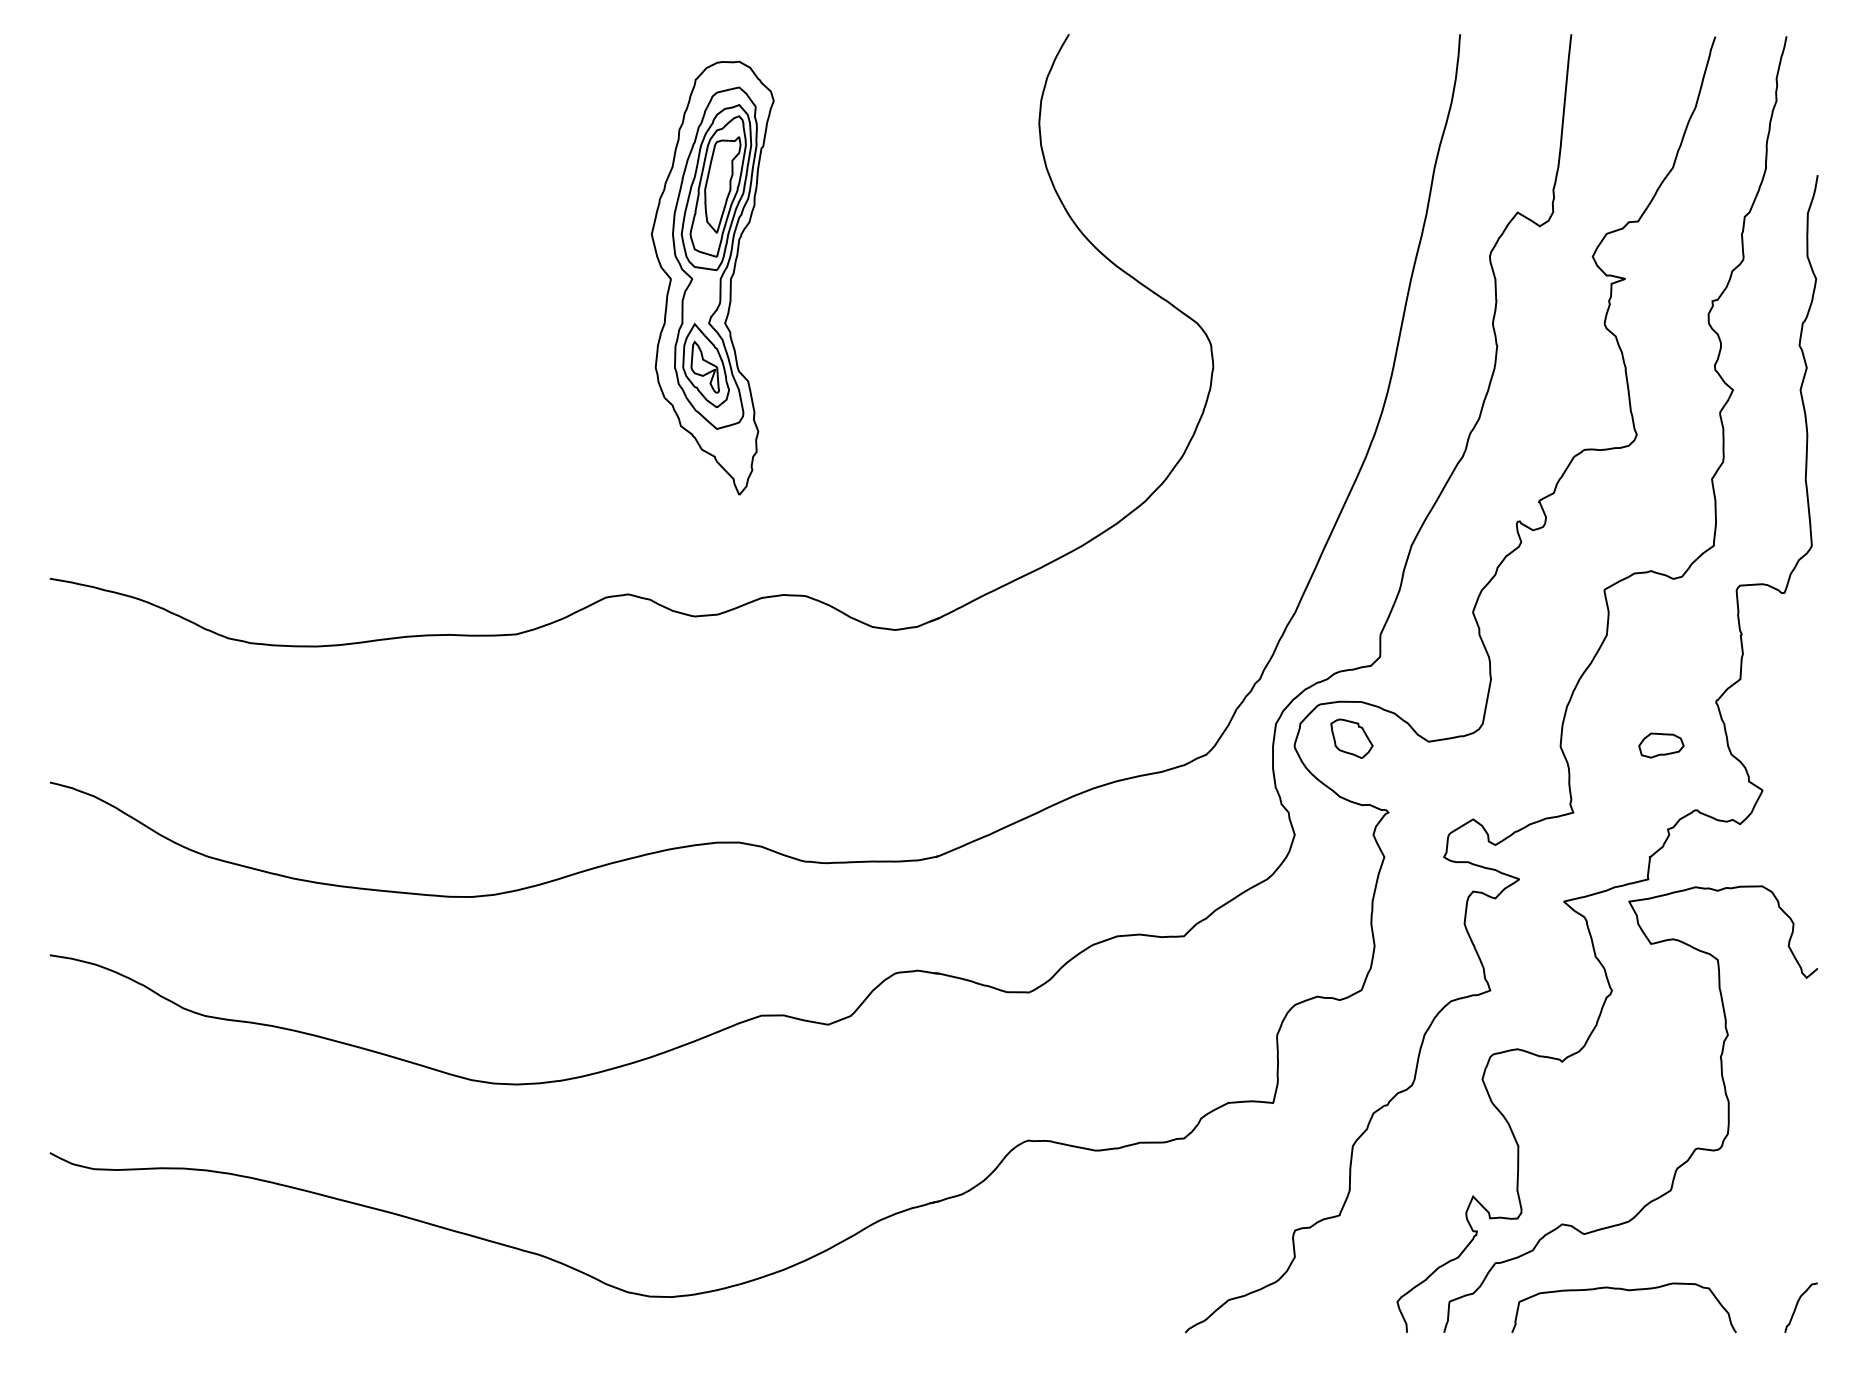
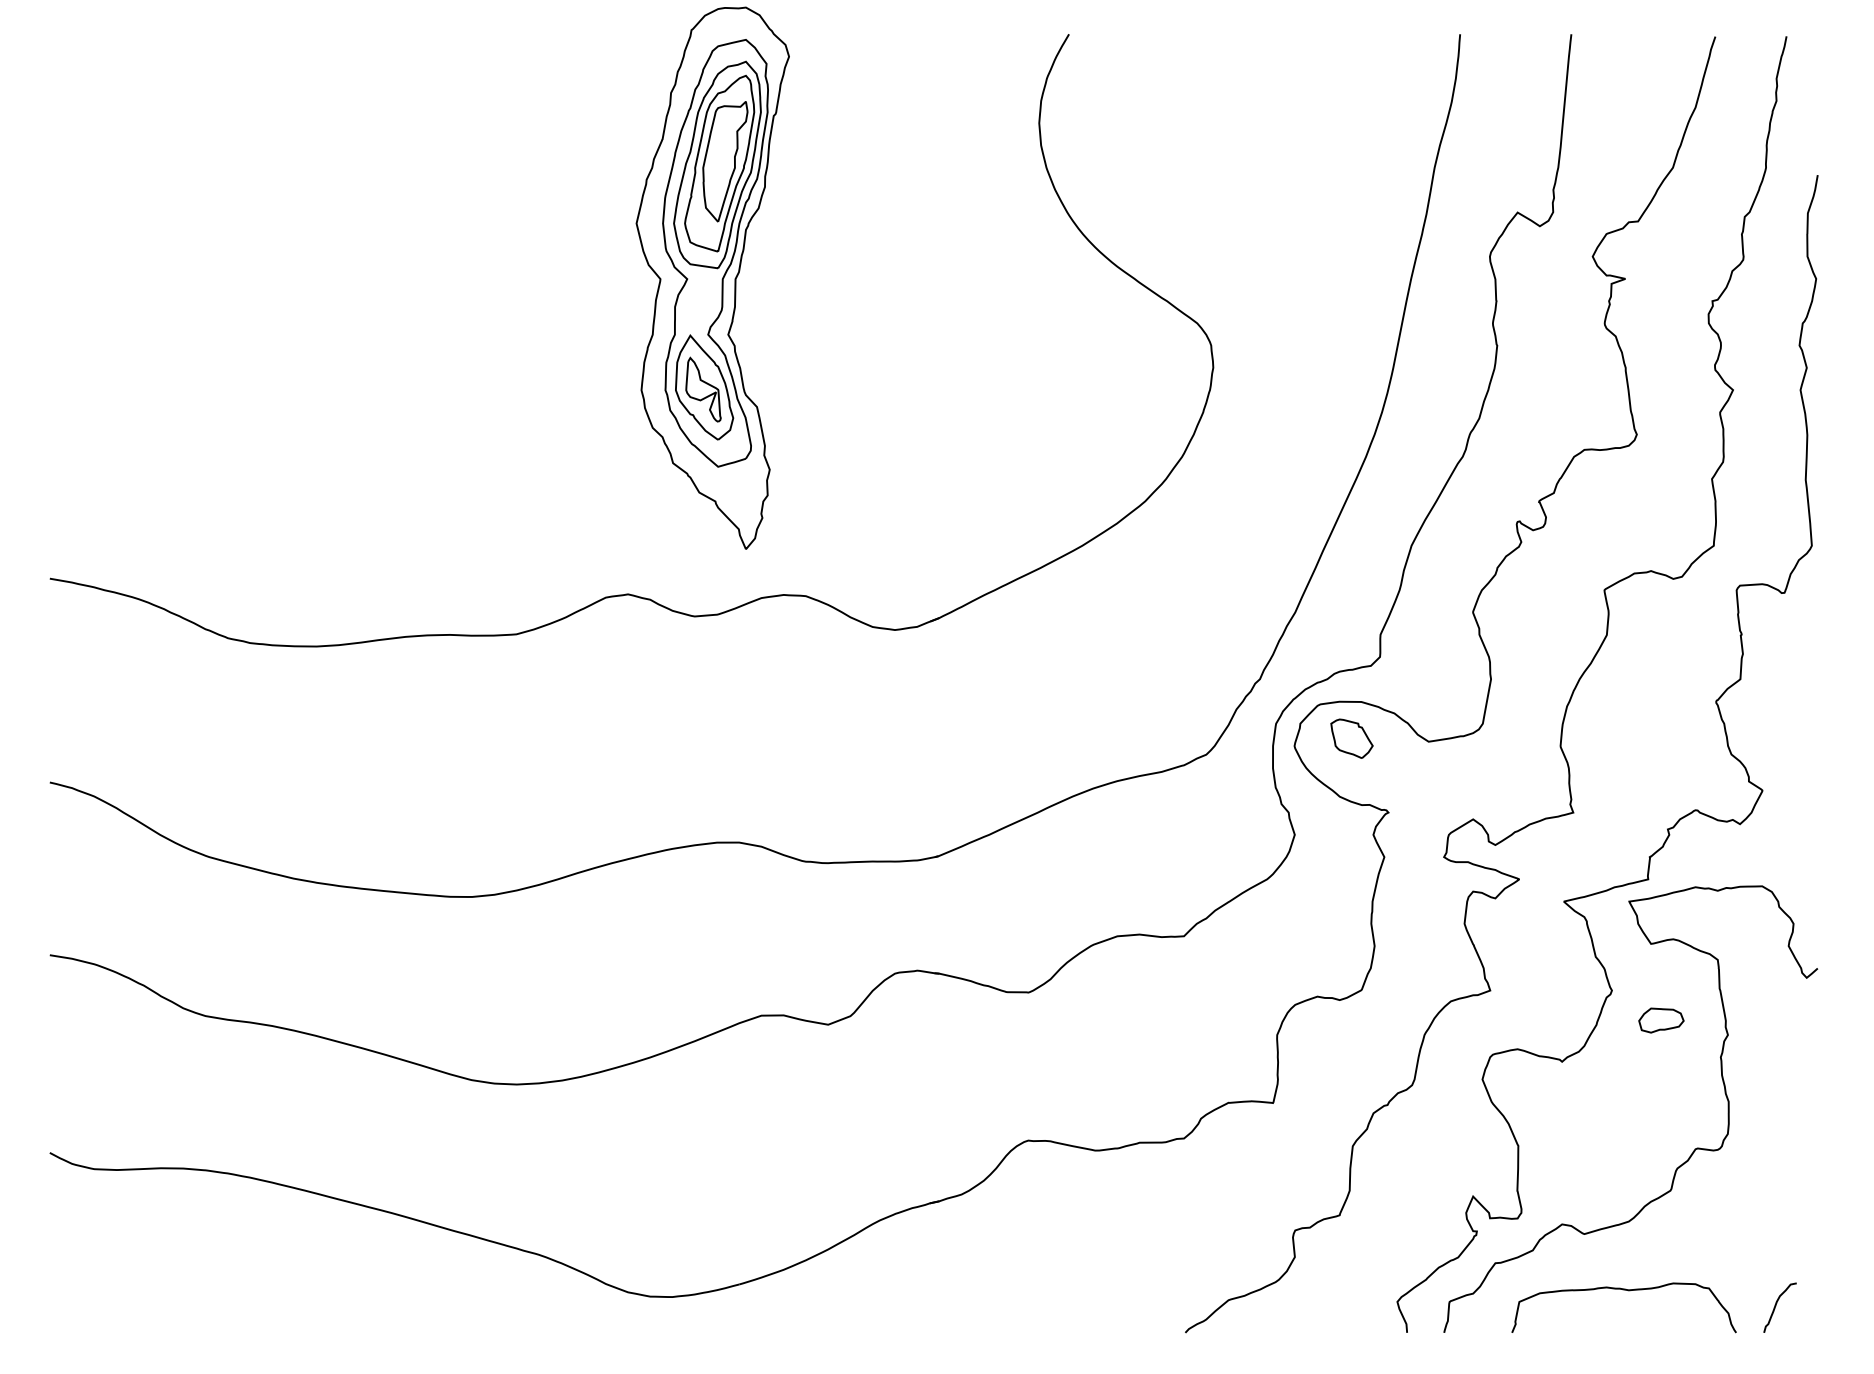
part at (712, 277) size: 125x436 px -> 155x544 px
part at (1661, 745) position: (1661, 745) -> (1661, 1020)
curve at (1797, 1306) position: (1797, 1306) -> (1776, 1306)
